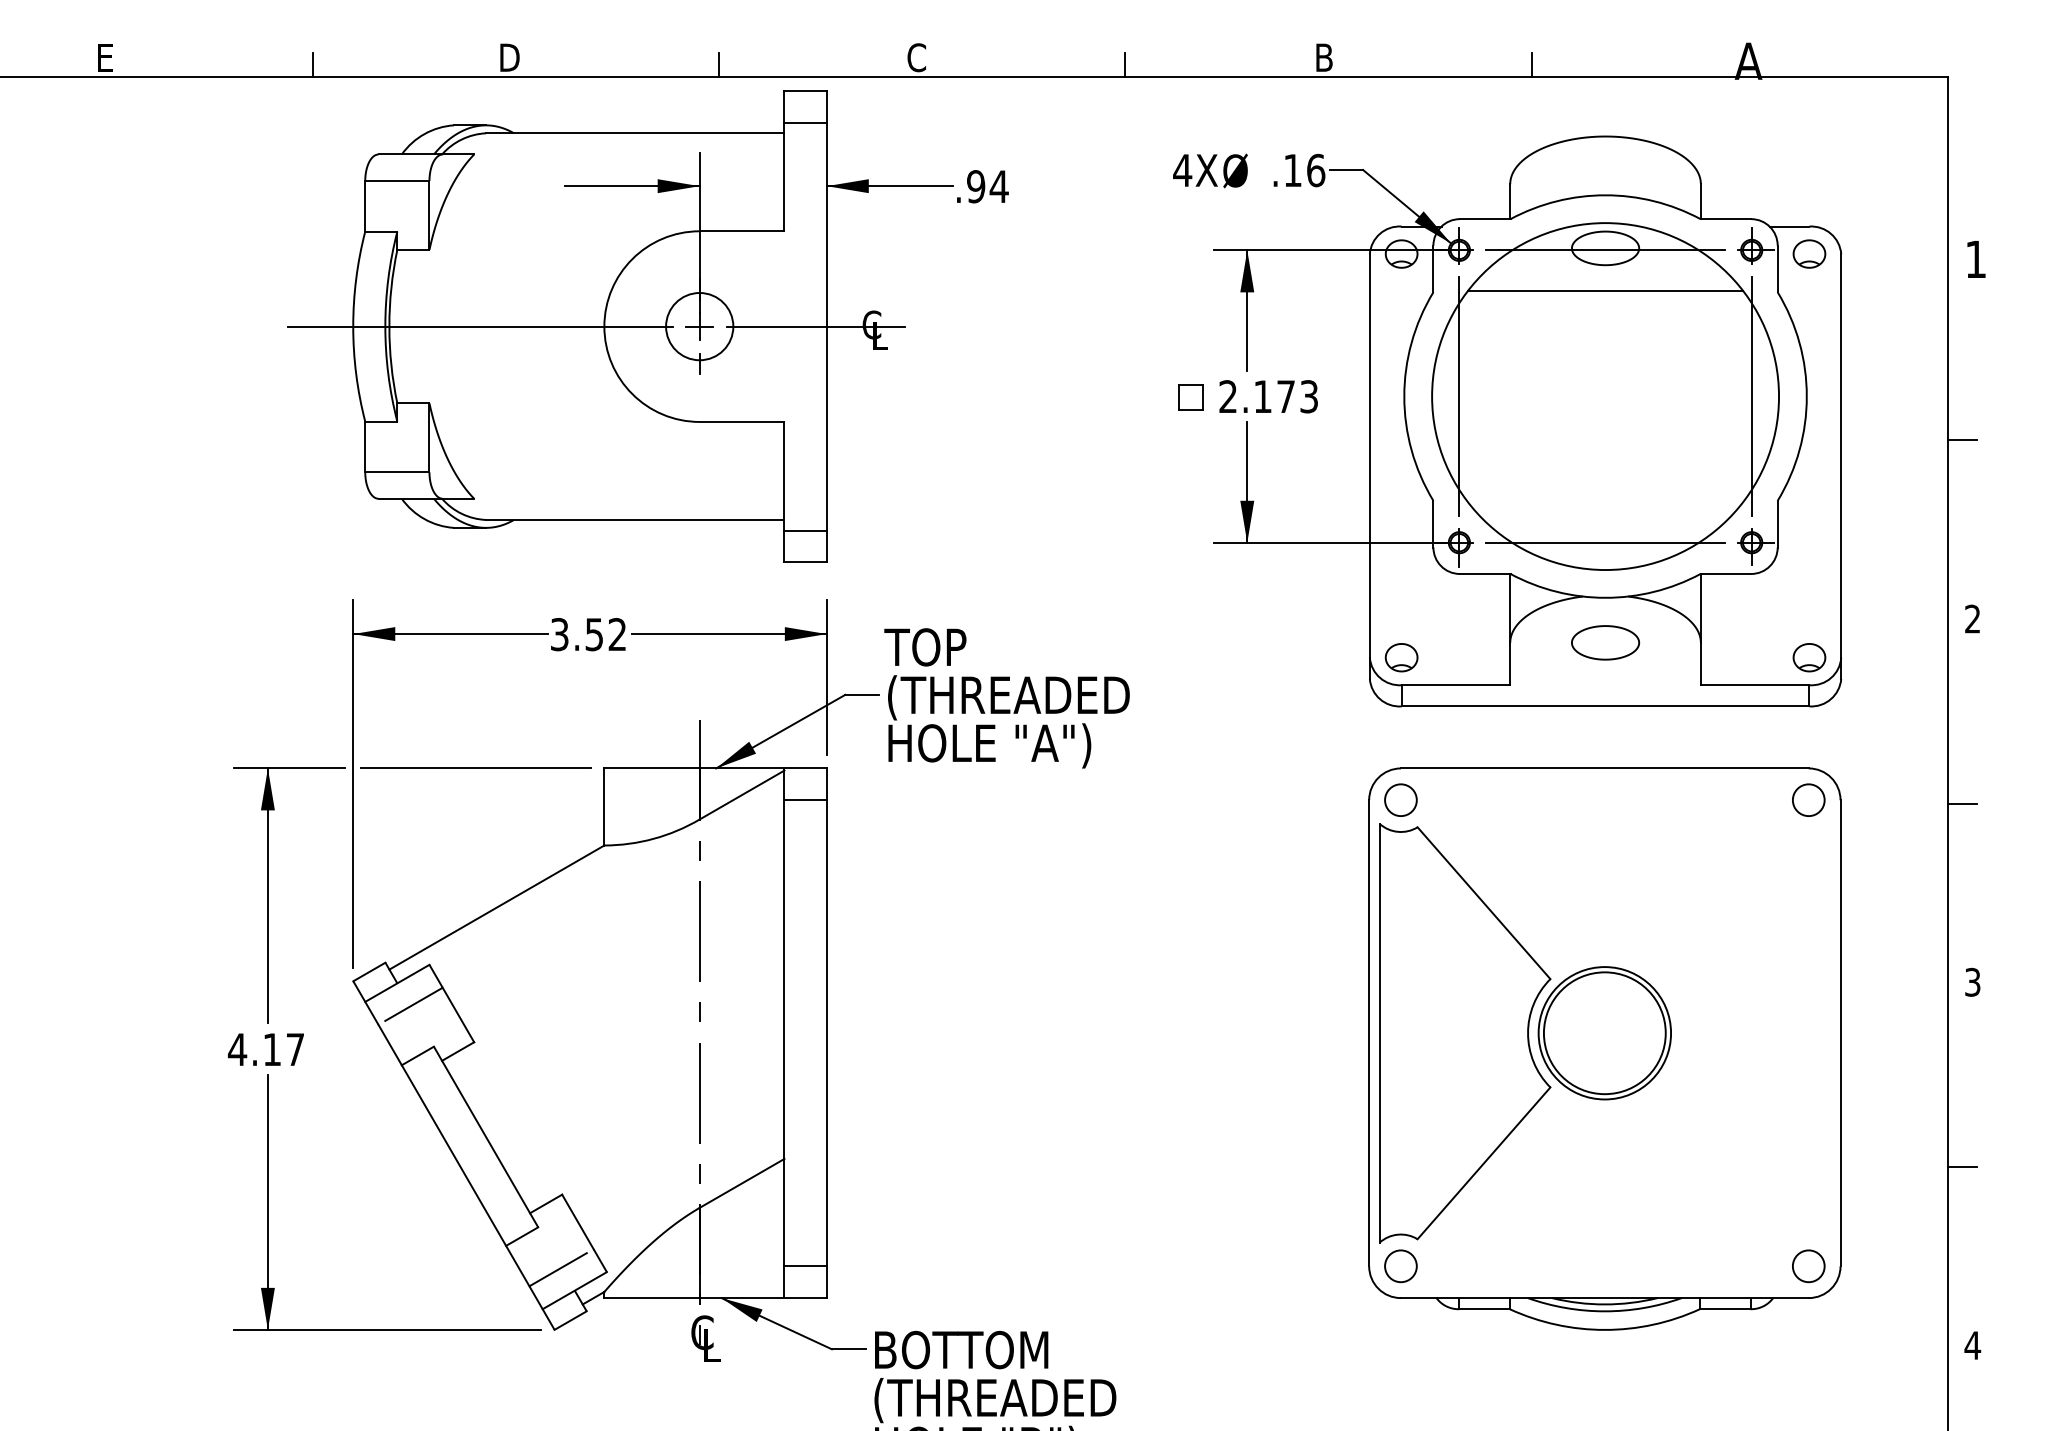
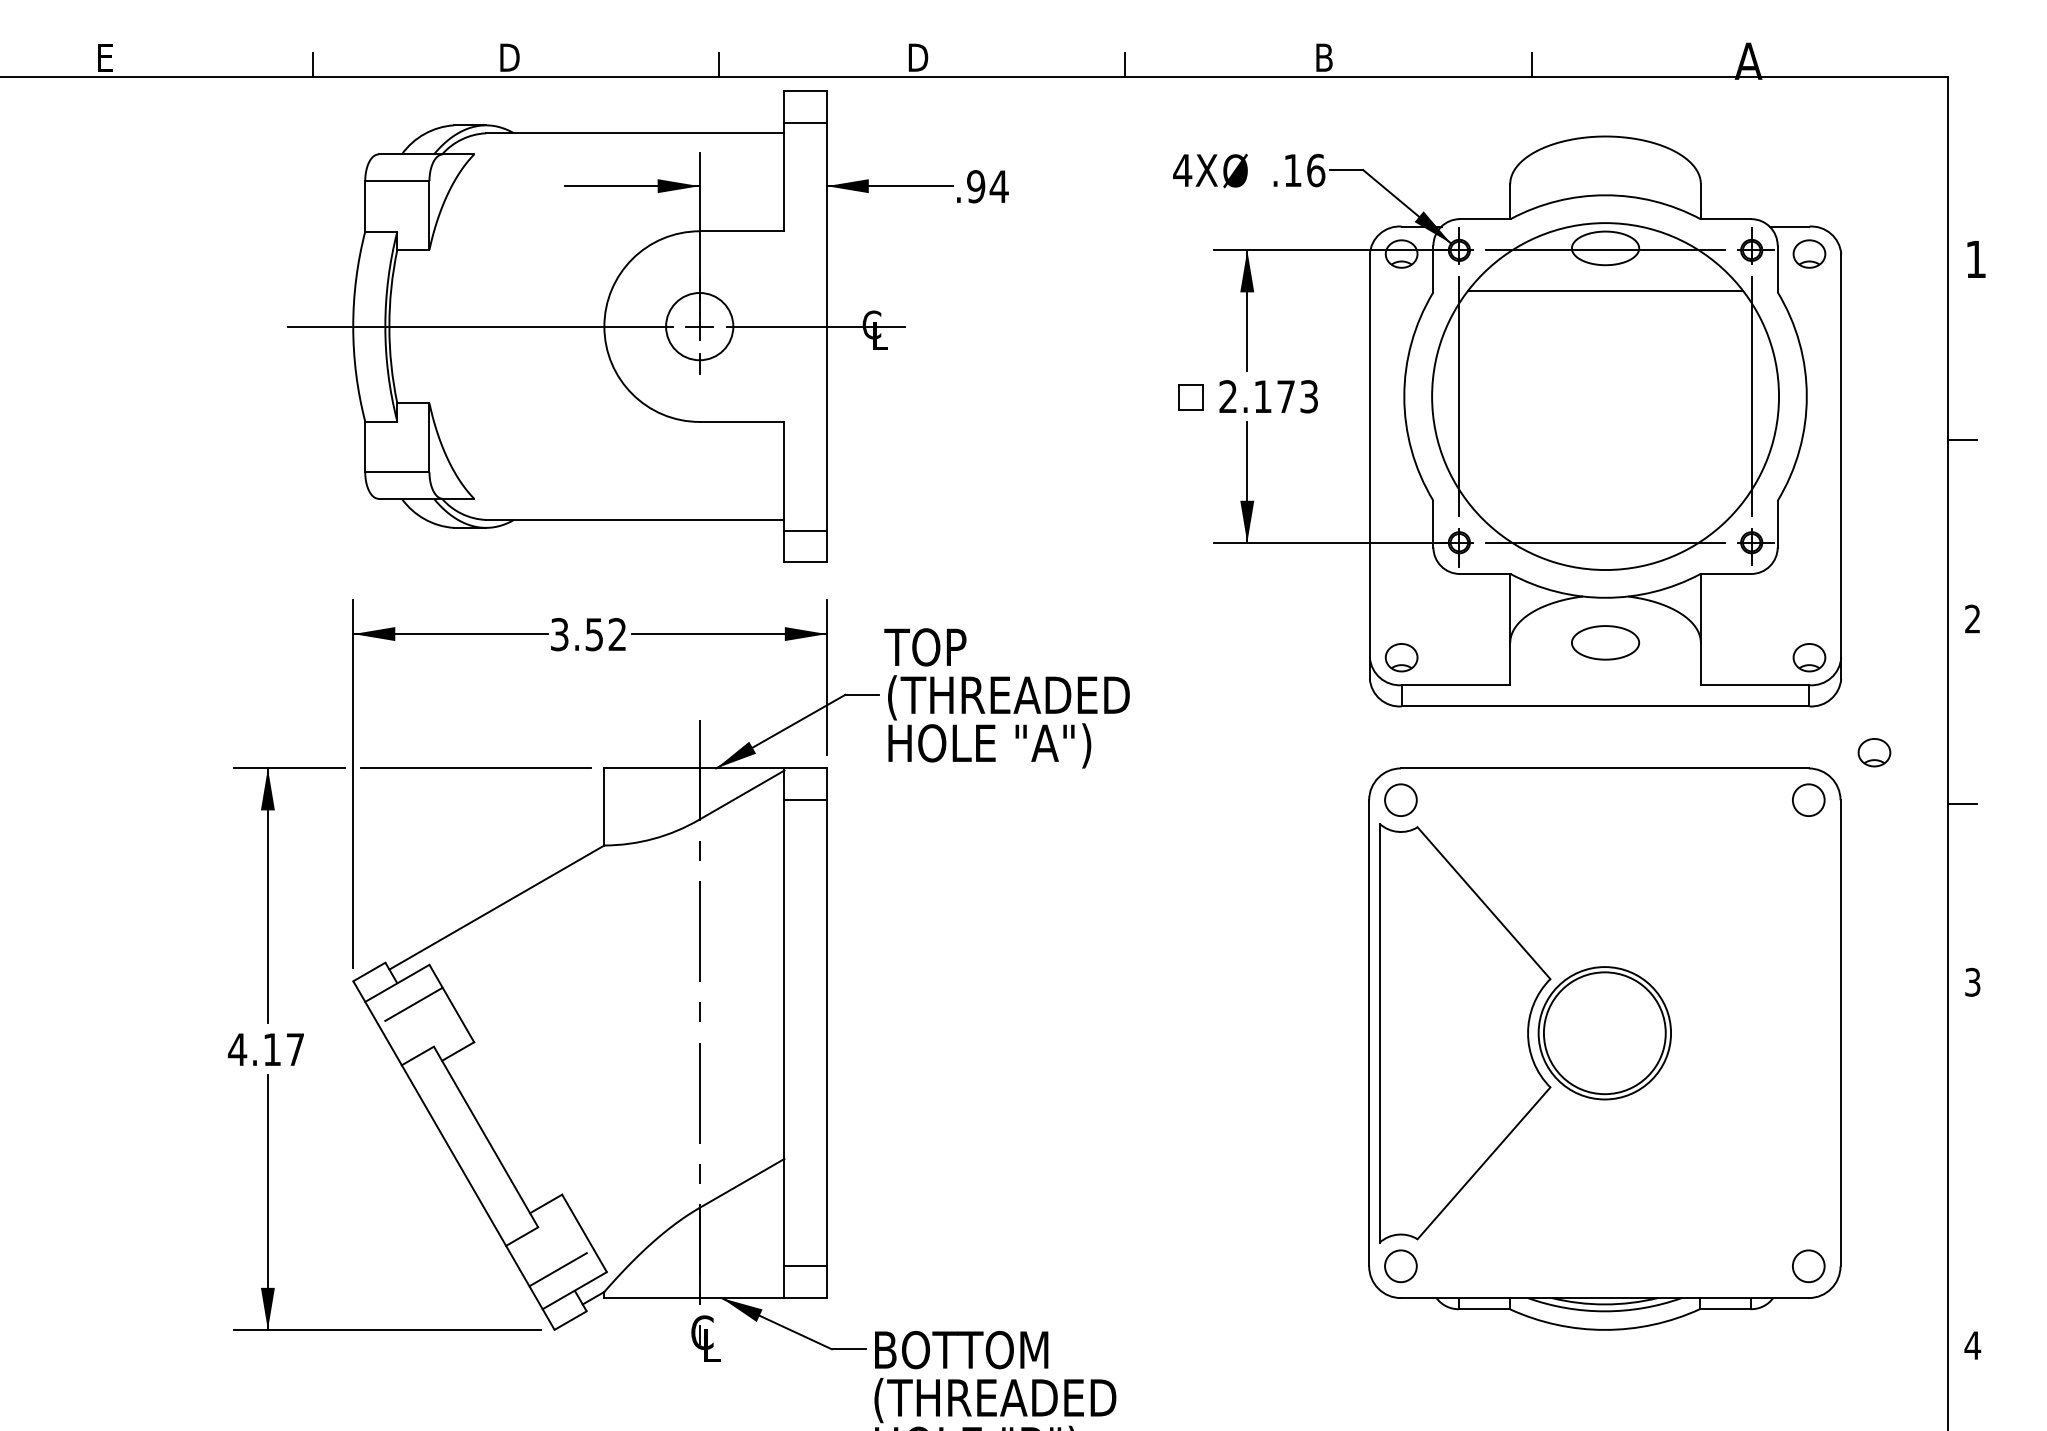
text at (917, 57): C -> D
part at (1874, 752): none -> present
line at (1961, 1166): present -> none
